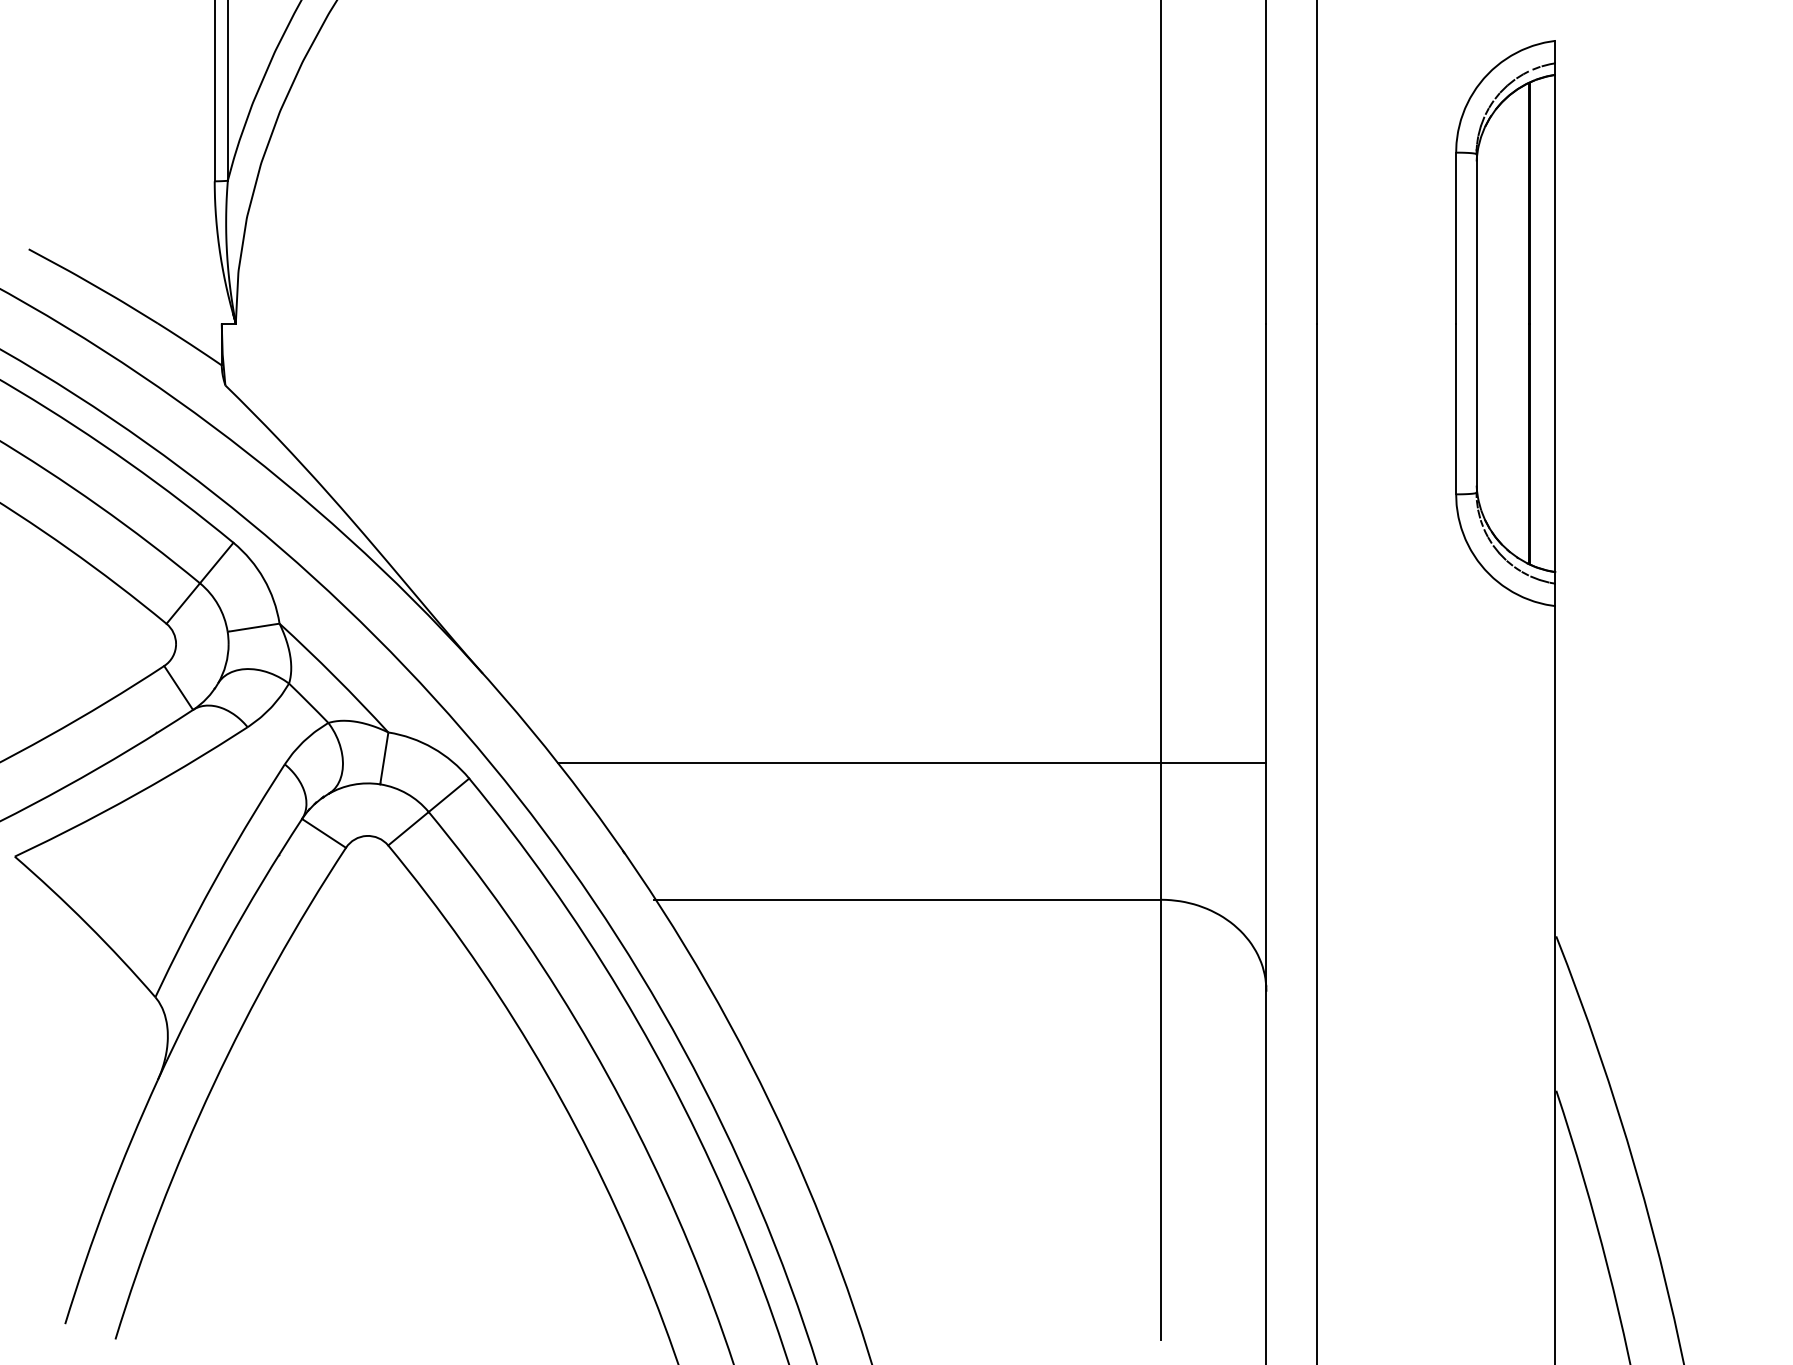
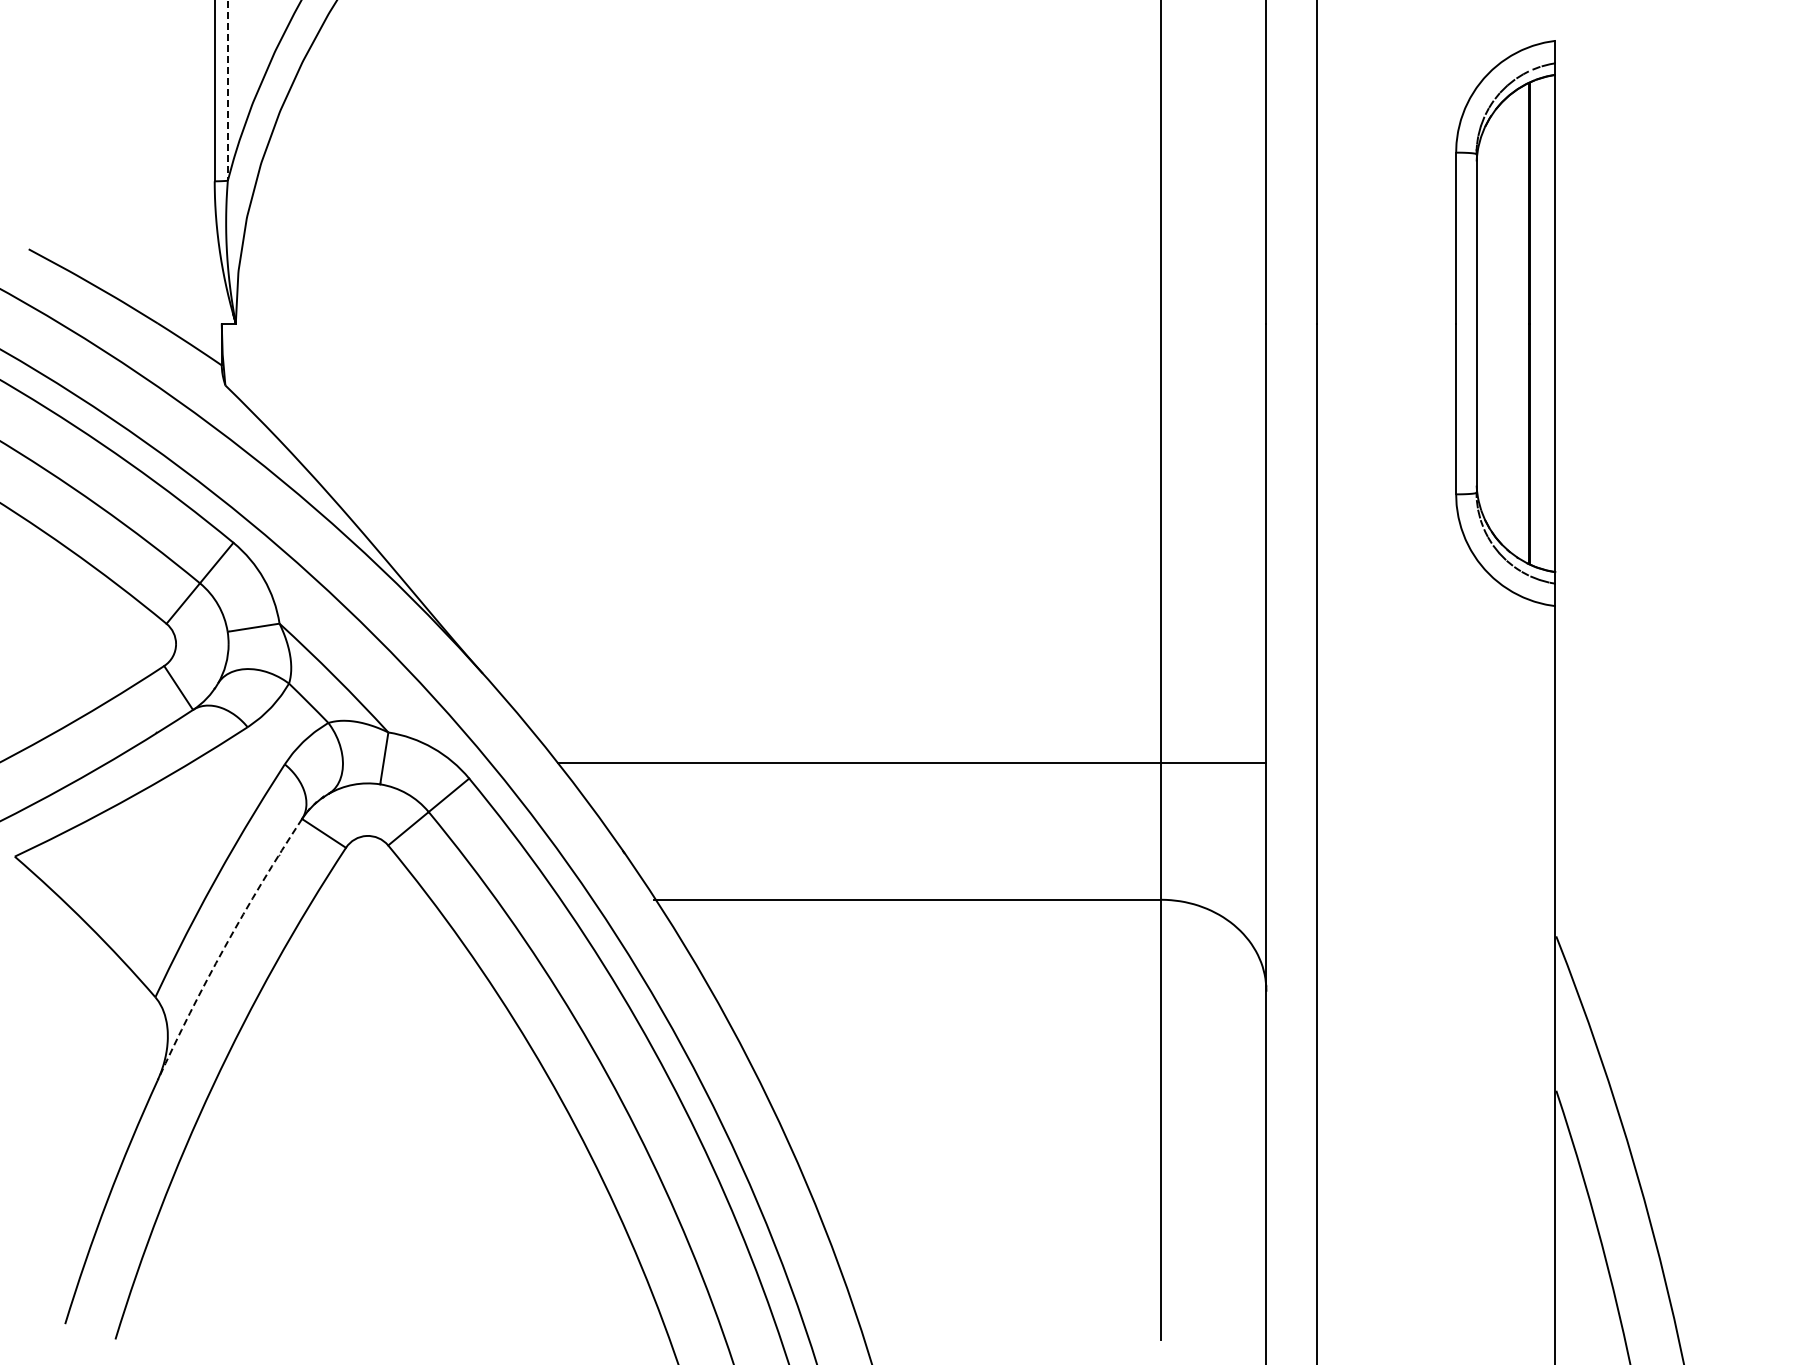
line at (227, 90): solid -> dashed
arc at (224, 946): solid -> dashed
